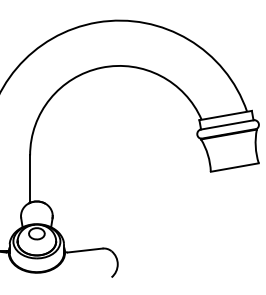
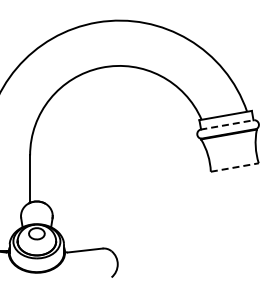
line at (227, 124): solid -> dashed
line at (235, 167): solid -> dashed
